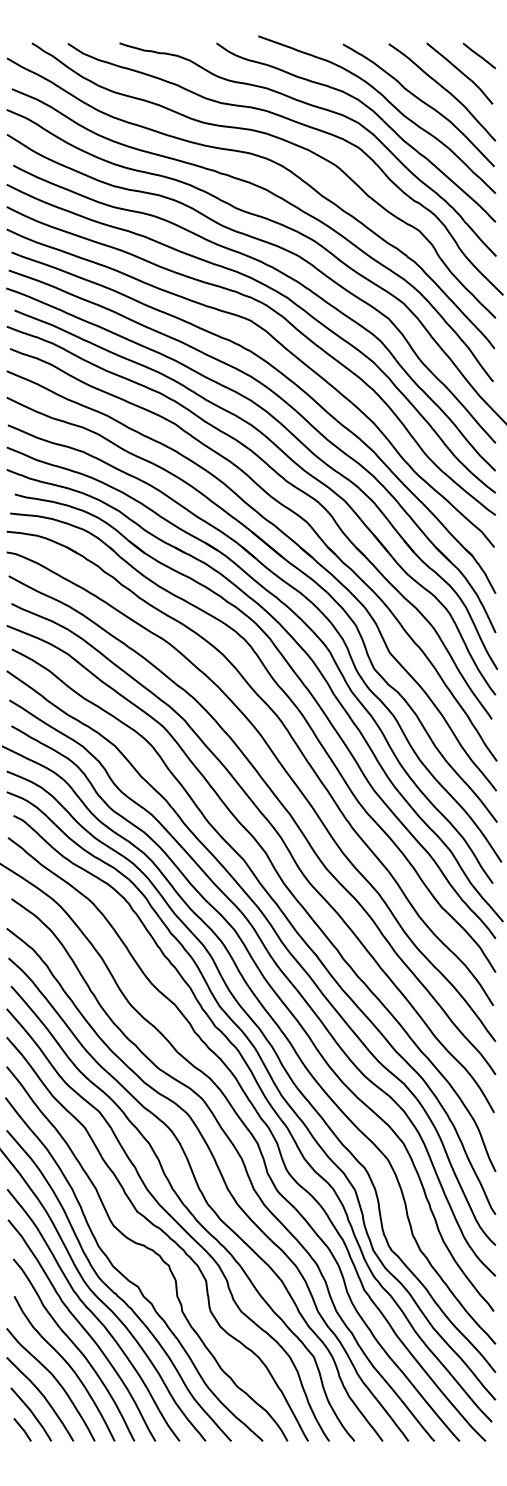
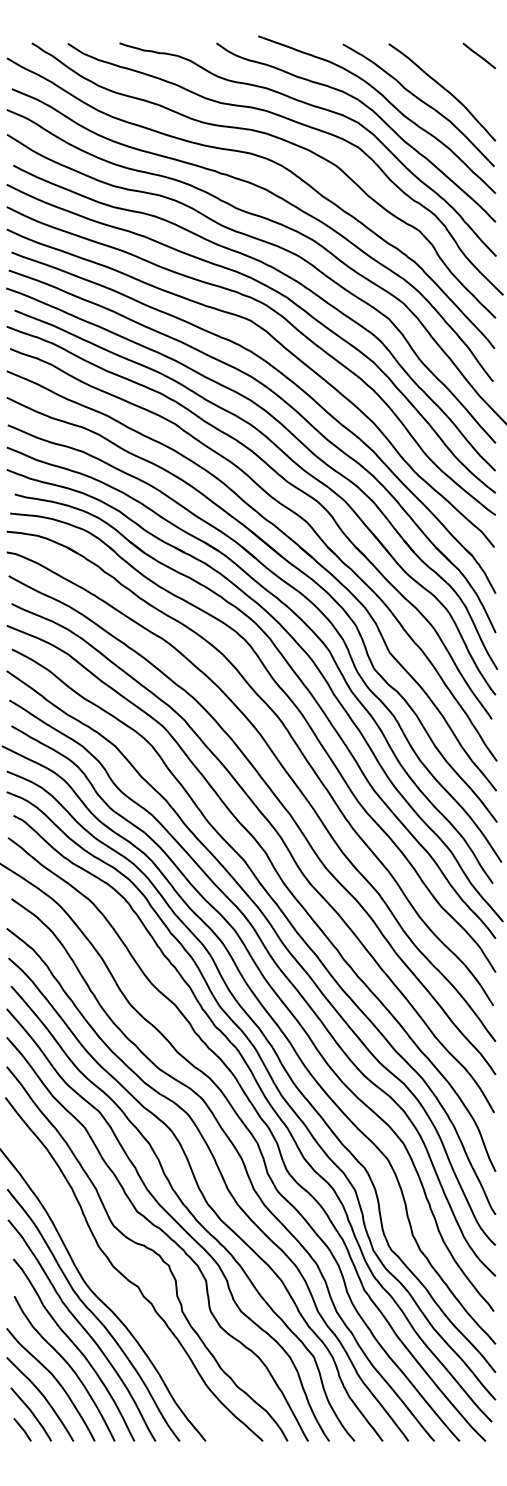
curve at (460, 72): present -> none
curve at (113, 1290): present -> none
